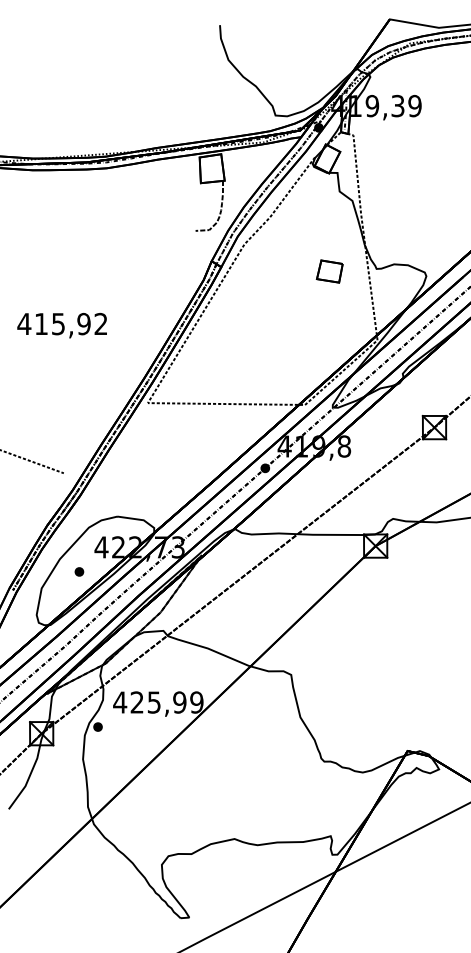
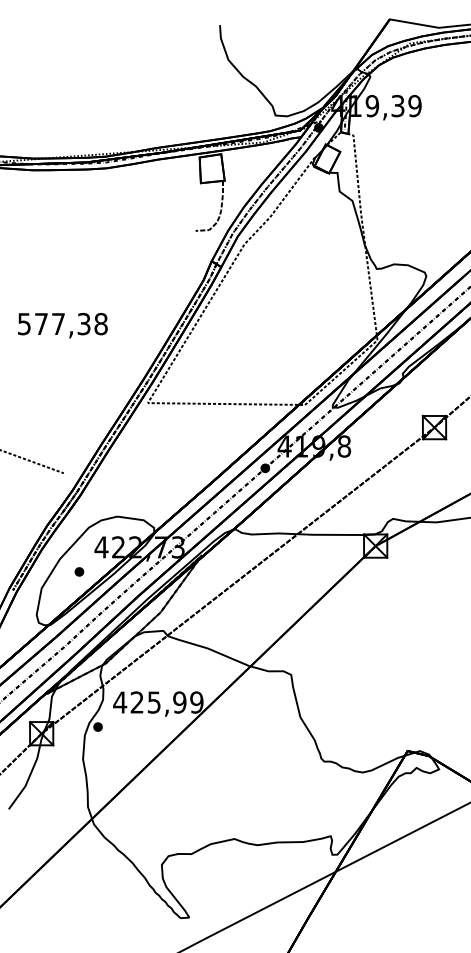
part at (329, 271): present -> none
text at (62, 324): 415,92 -> 577,38
